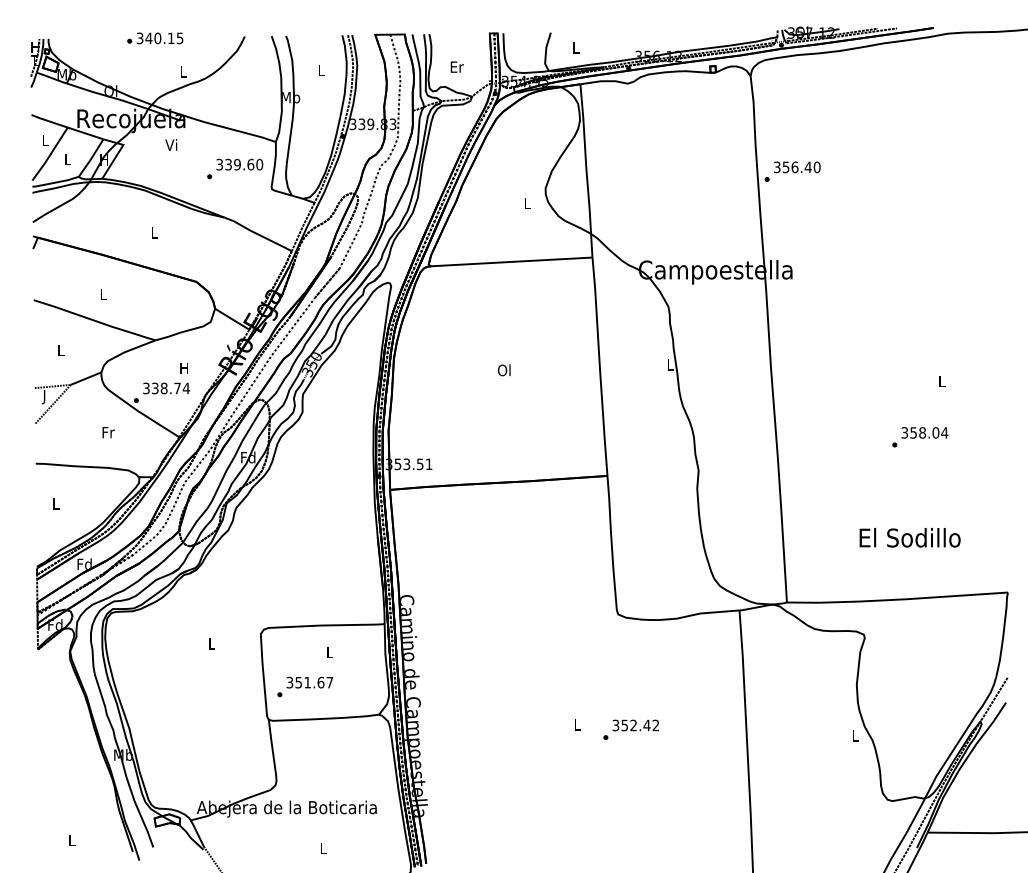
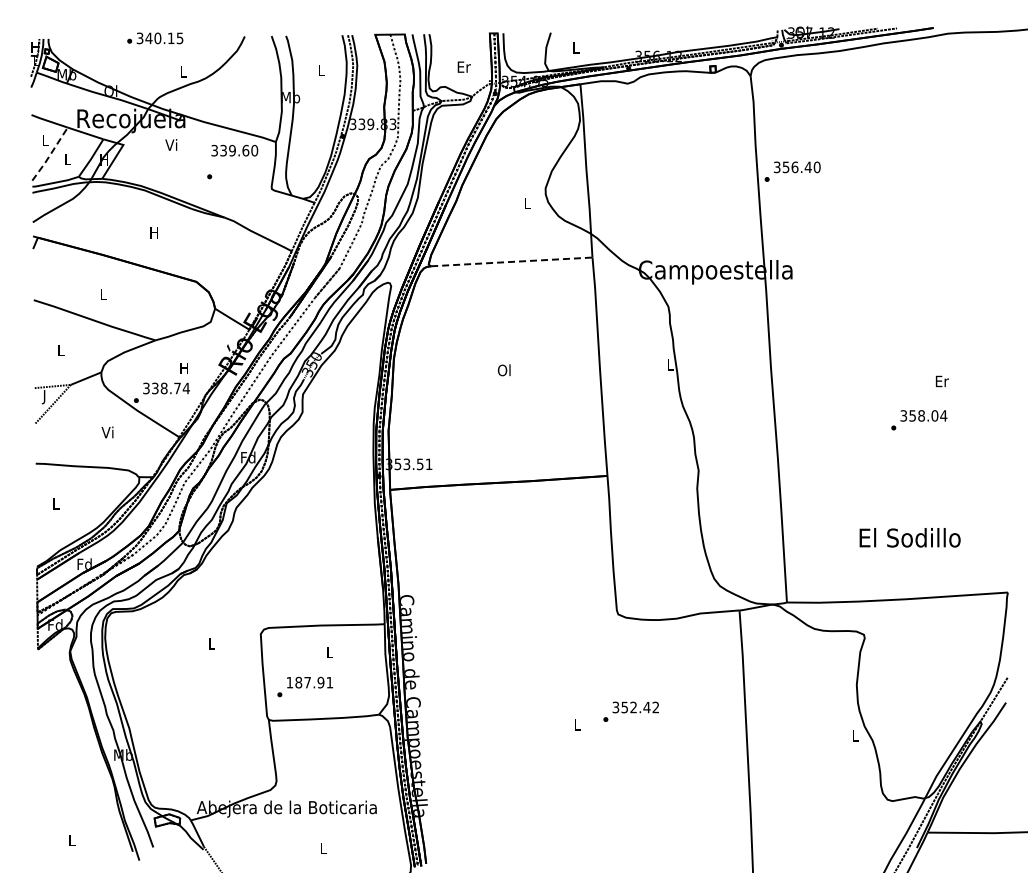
text at (456, 66) position: (456, 66) -> (463, 66)
line at (50, 154): solid -> dashed
text at (239, 164) position: (239, 164) -> (234, 150)
text at (153, 232): L -> H
line at (512, 261): solid -> dashed
text at (941, 381): L -> Er
text at (107, 432): Fr -> Vi
text at (920, 437) position: (920, 437) -> (919, 420)
text at (309, 682): 351.67 -> 187.91
text at (630, 729) position: (630, 729) -> (630, 711)
